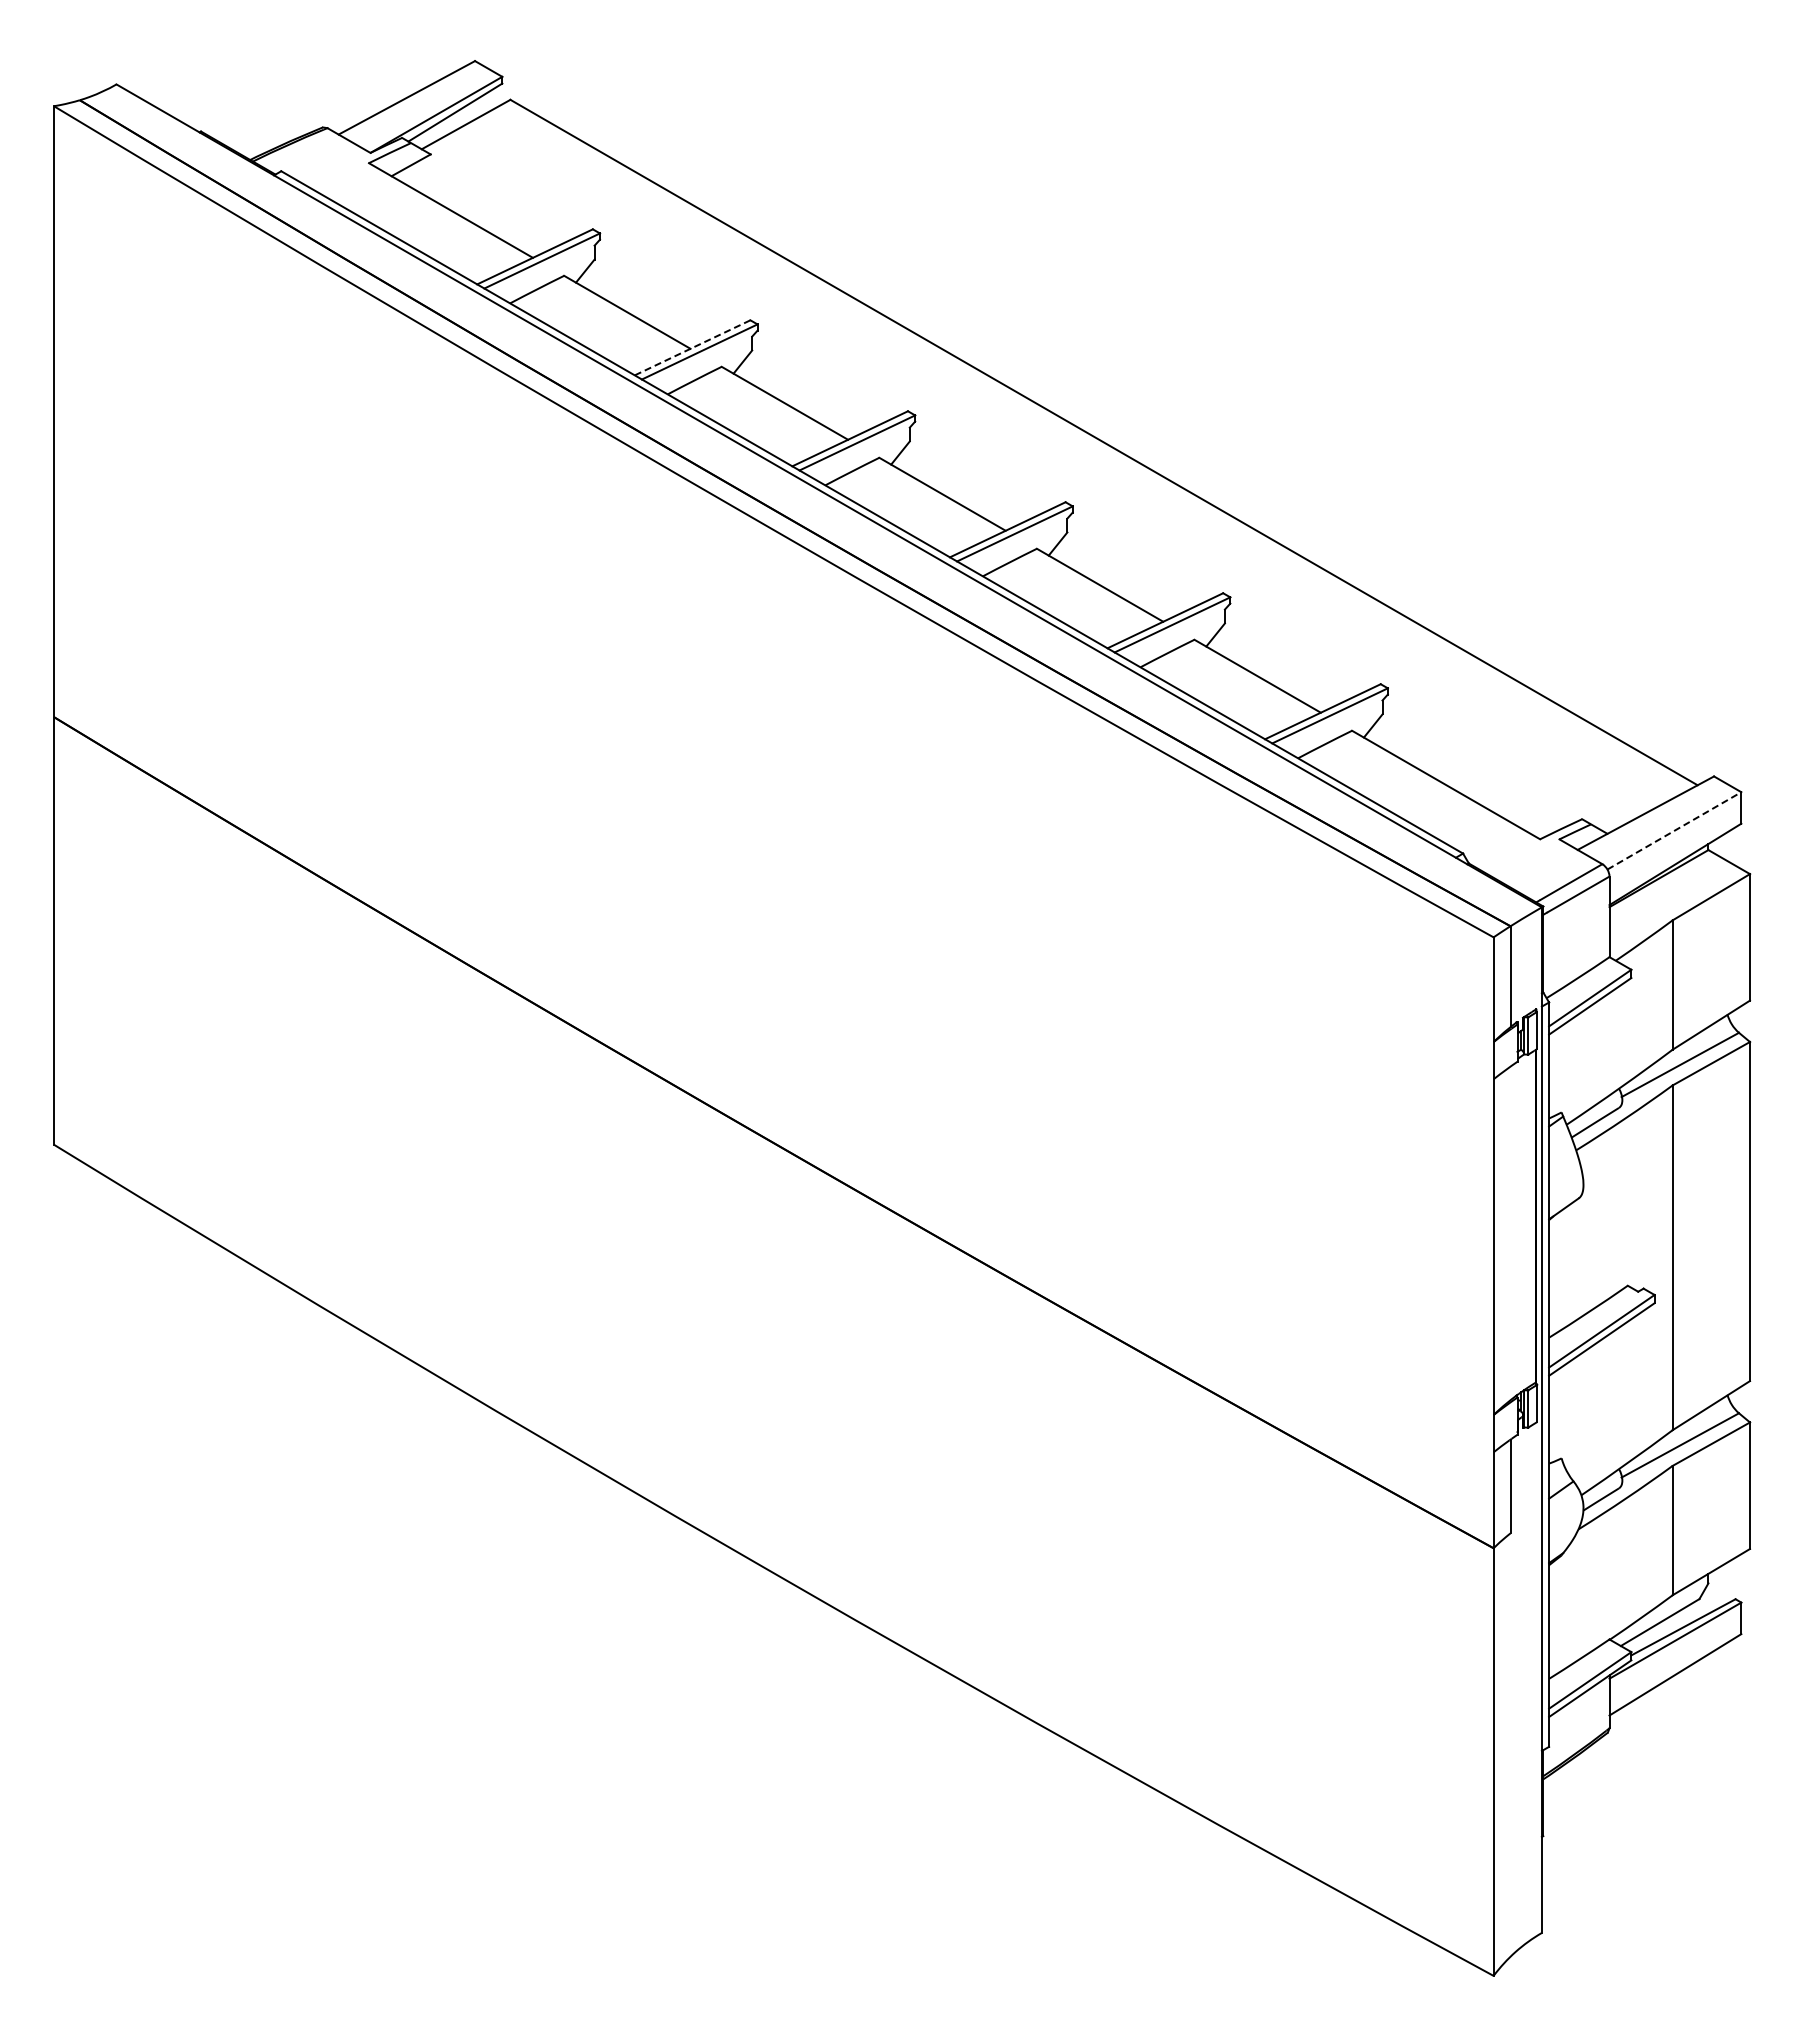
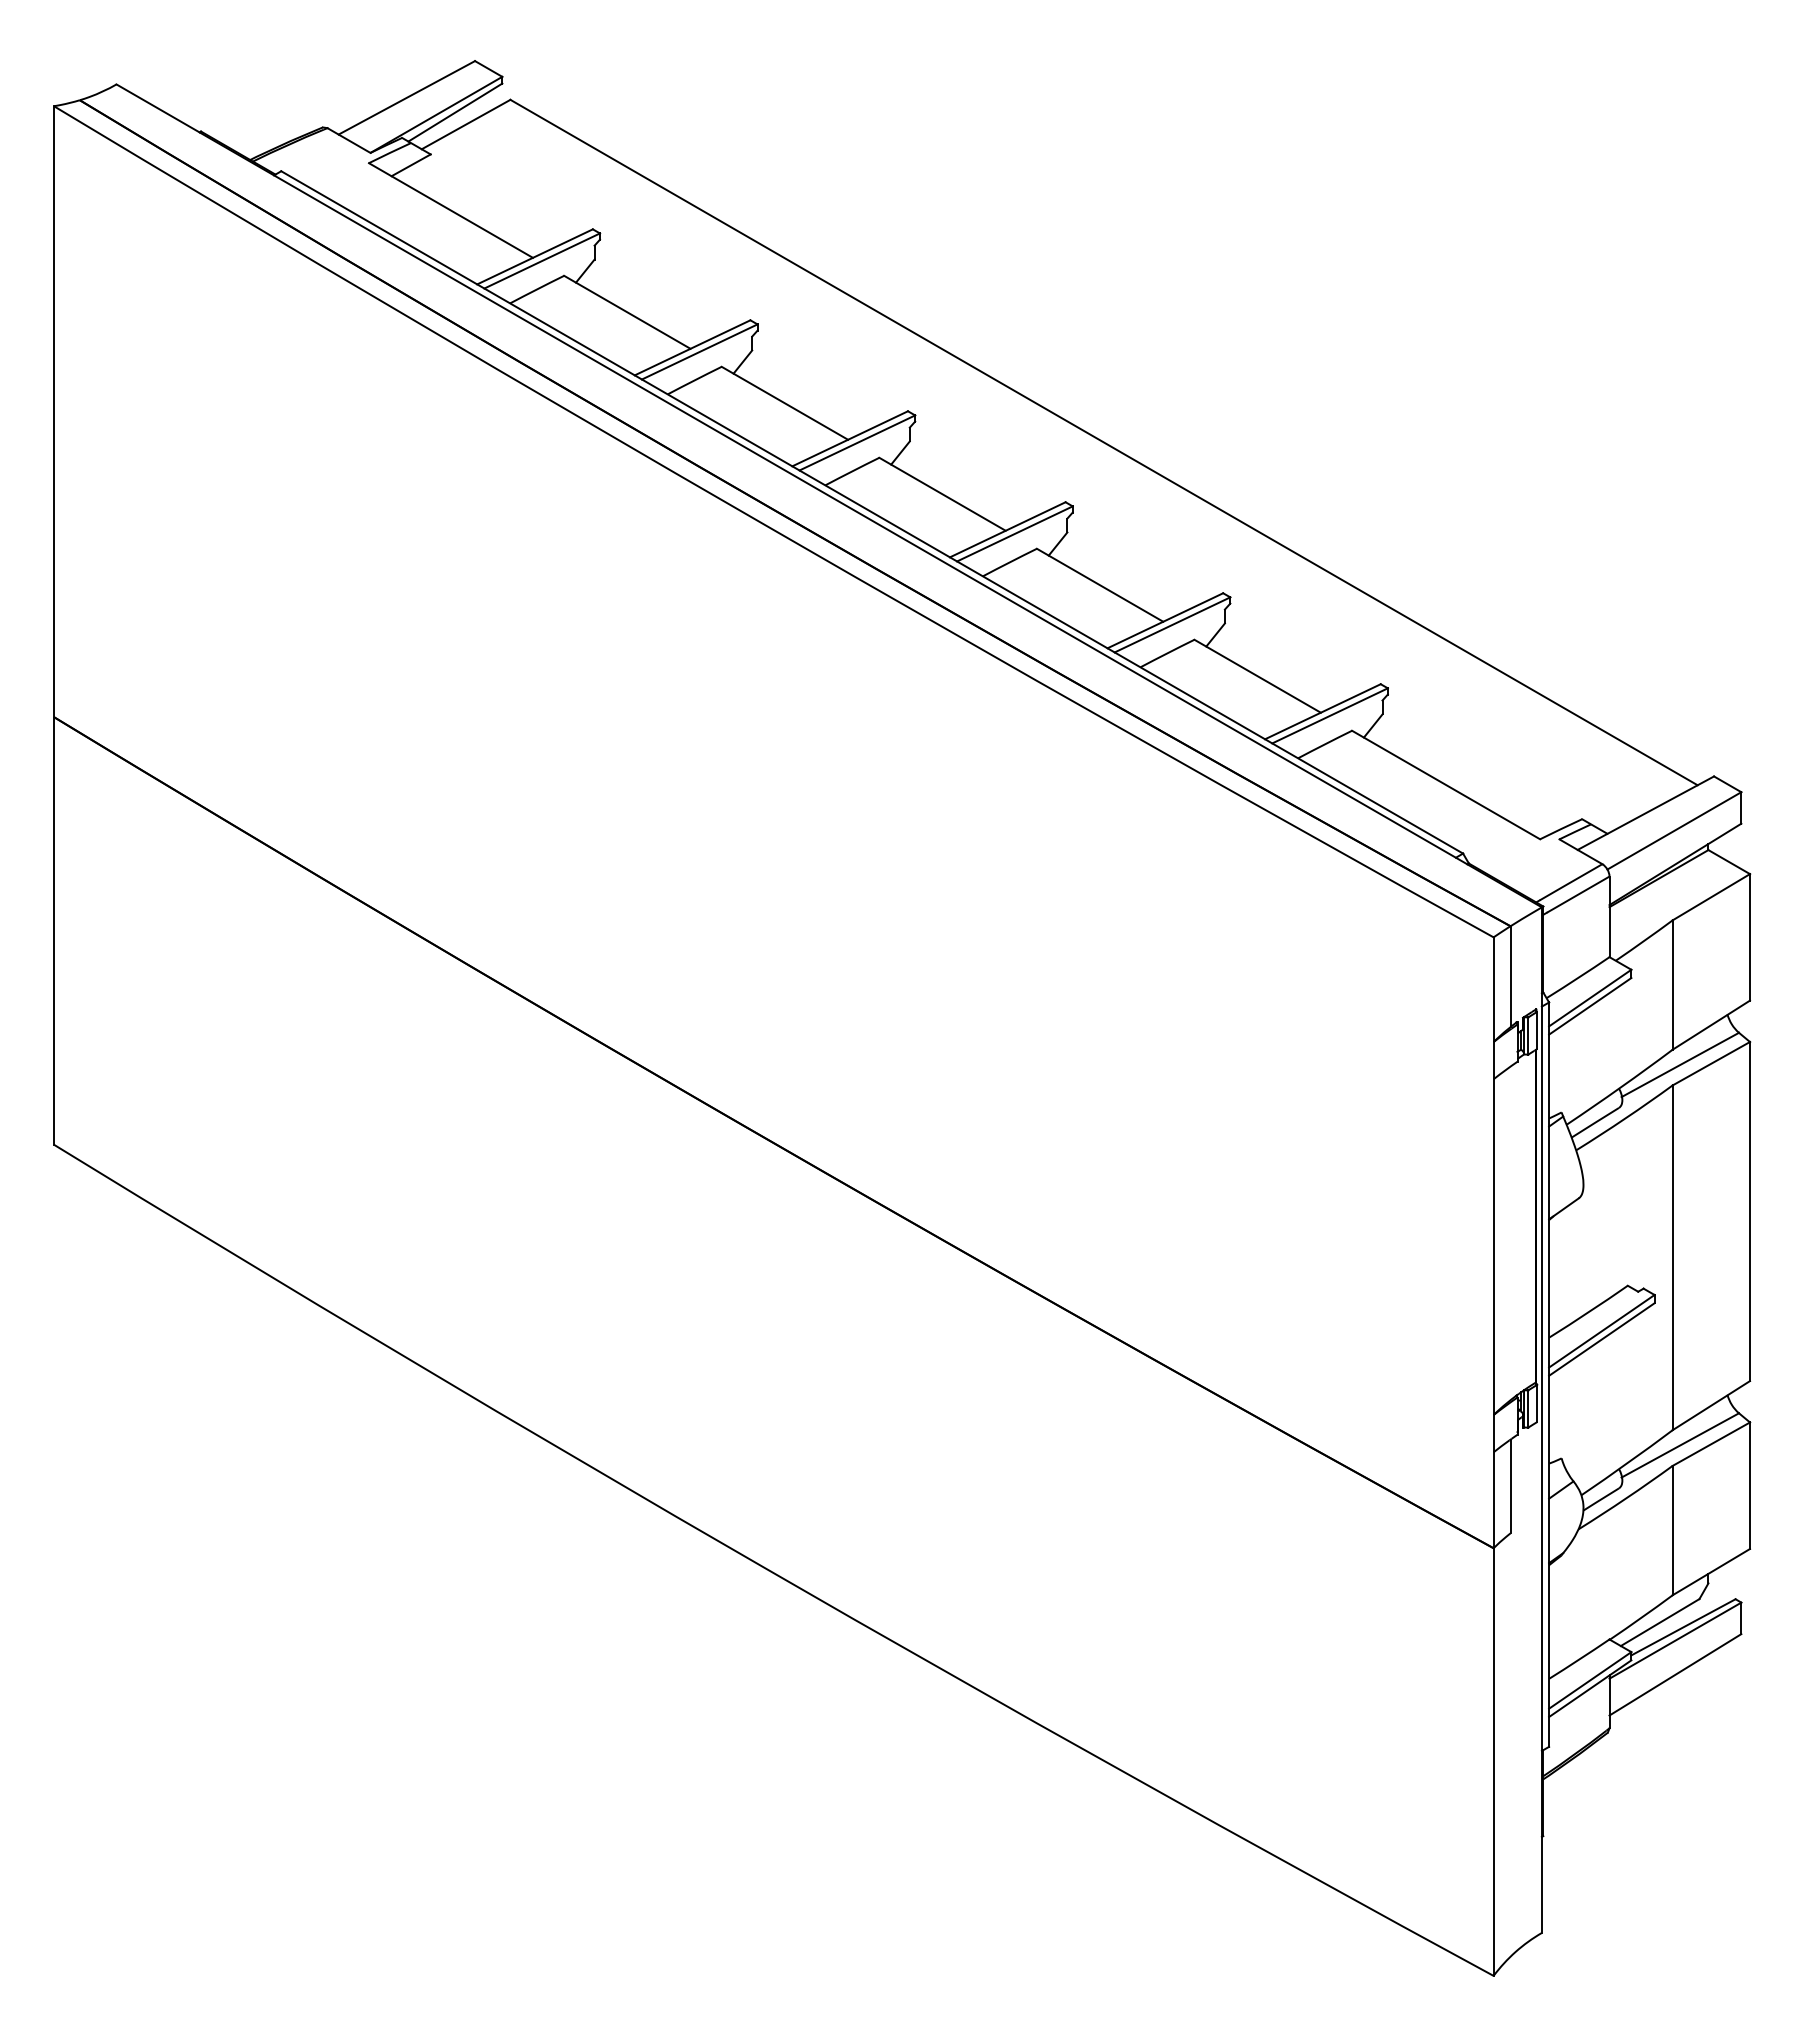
line at (692, 348): dashed -> solid
line at (1674, 830): dashed -> solid
